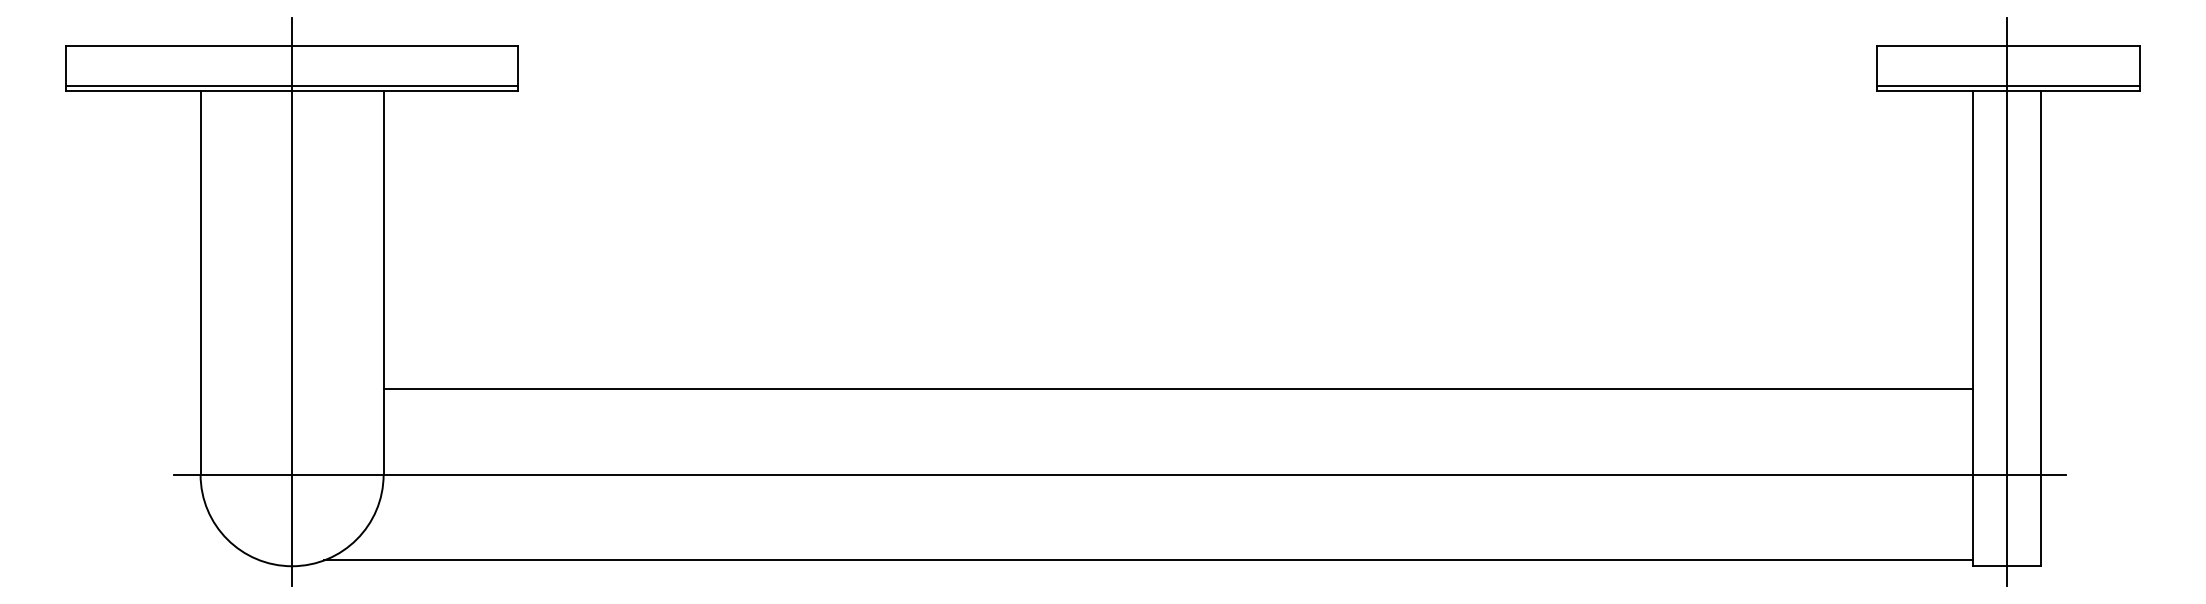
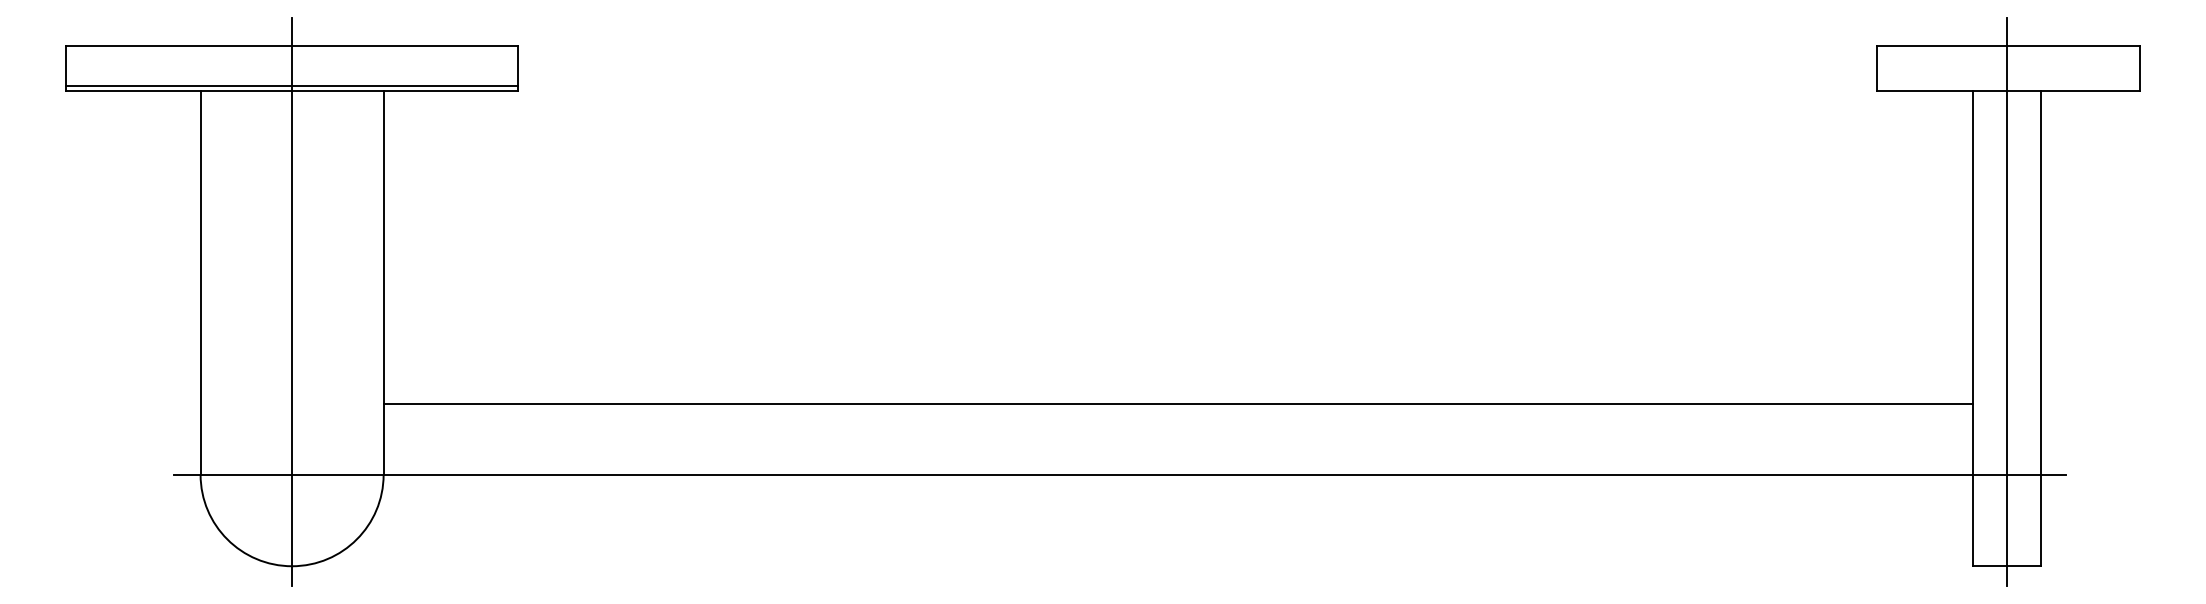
line at (2007, 85): present -> none
line at (1177, 388) position: (1177, 388) -> (1177, 403)
line at (1147, 560): present -> none
